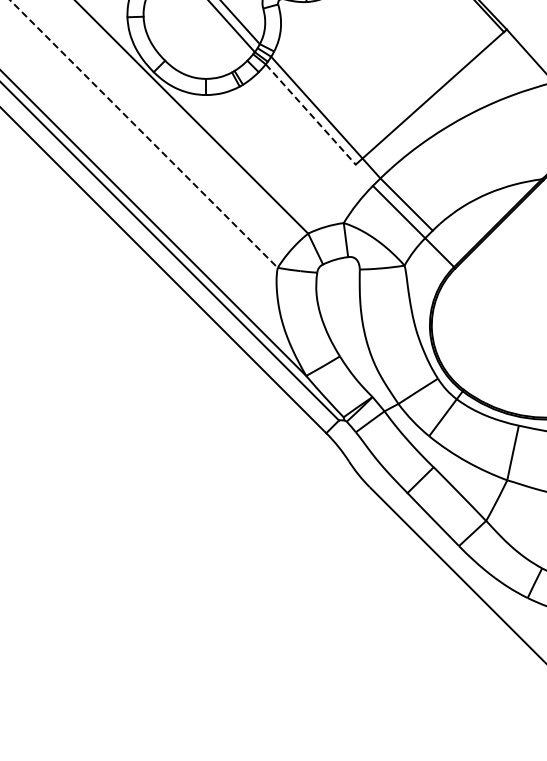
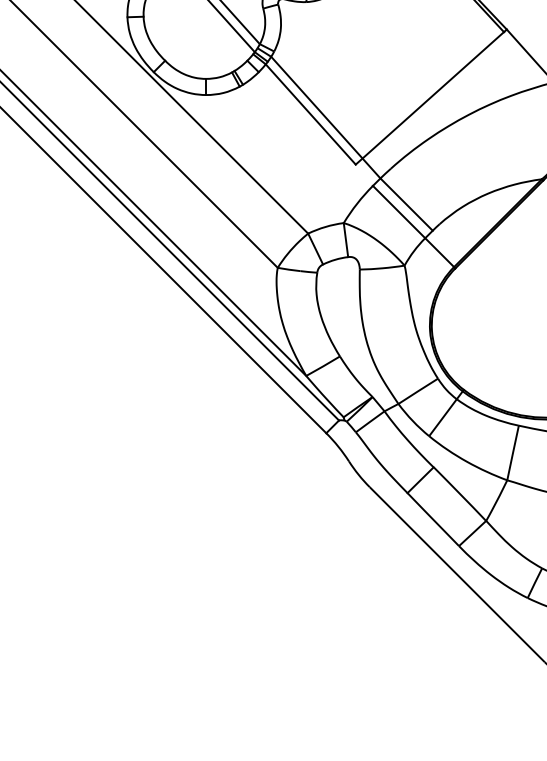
line at (311, 114): dashed -> solid
line at (144, 134): dashed -> solid
